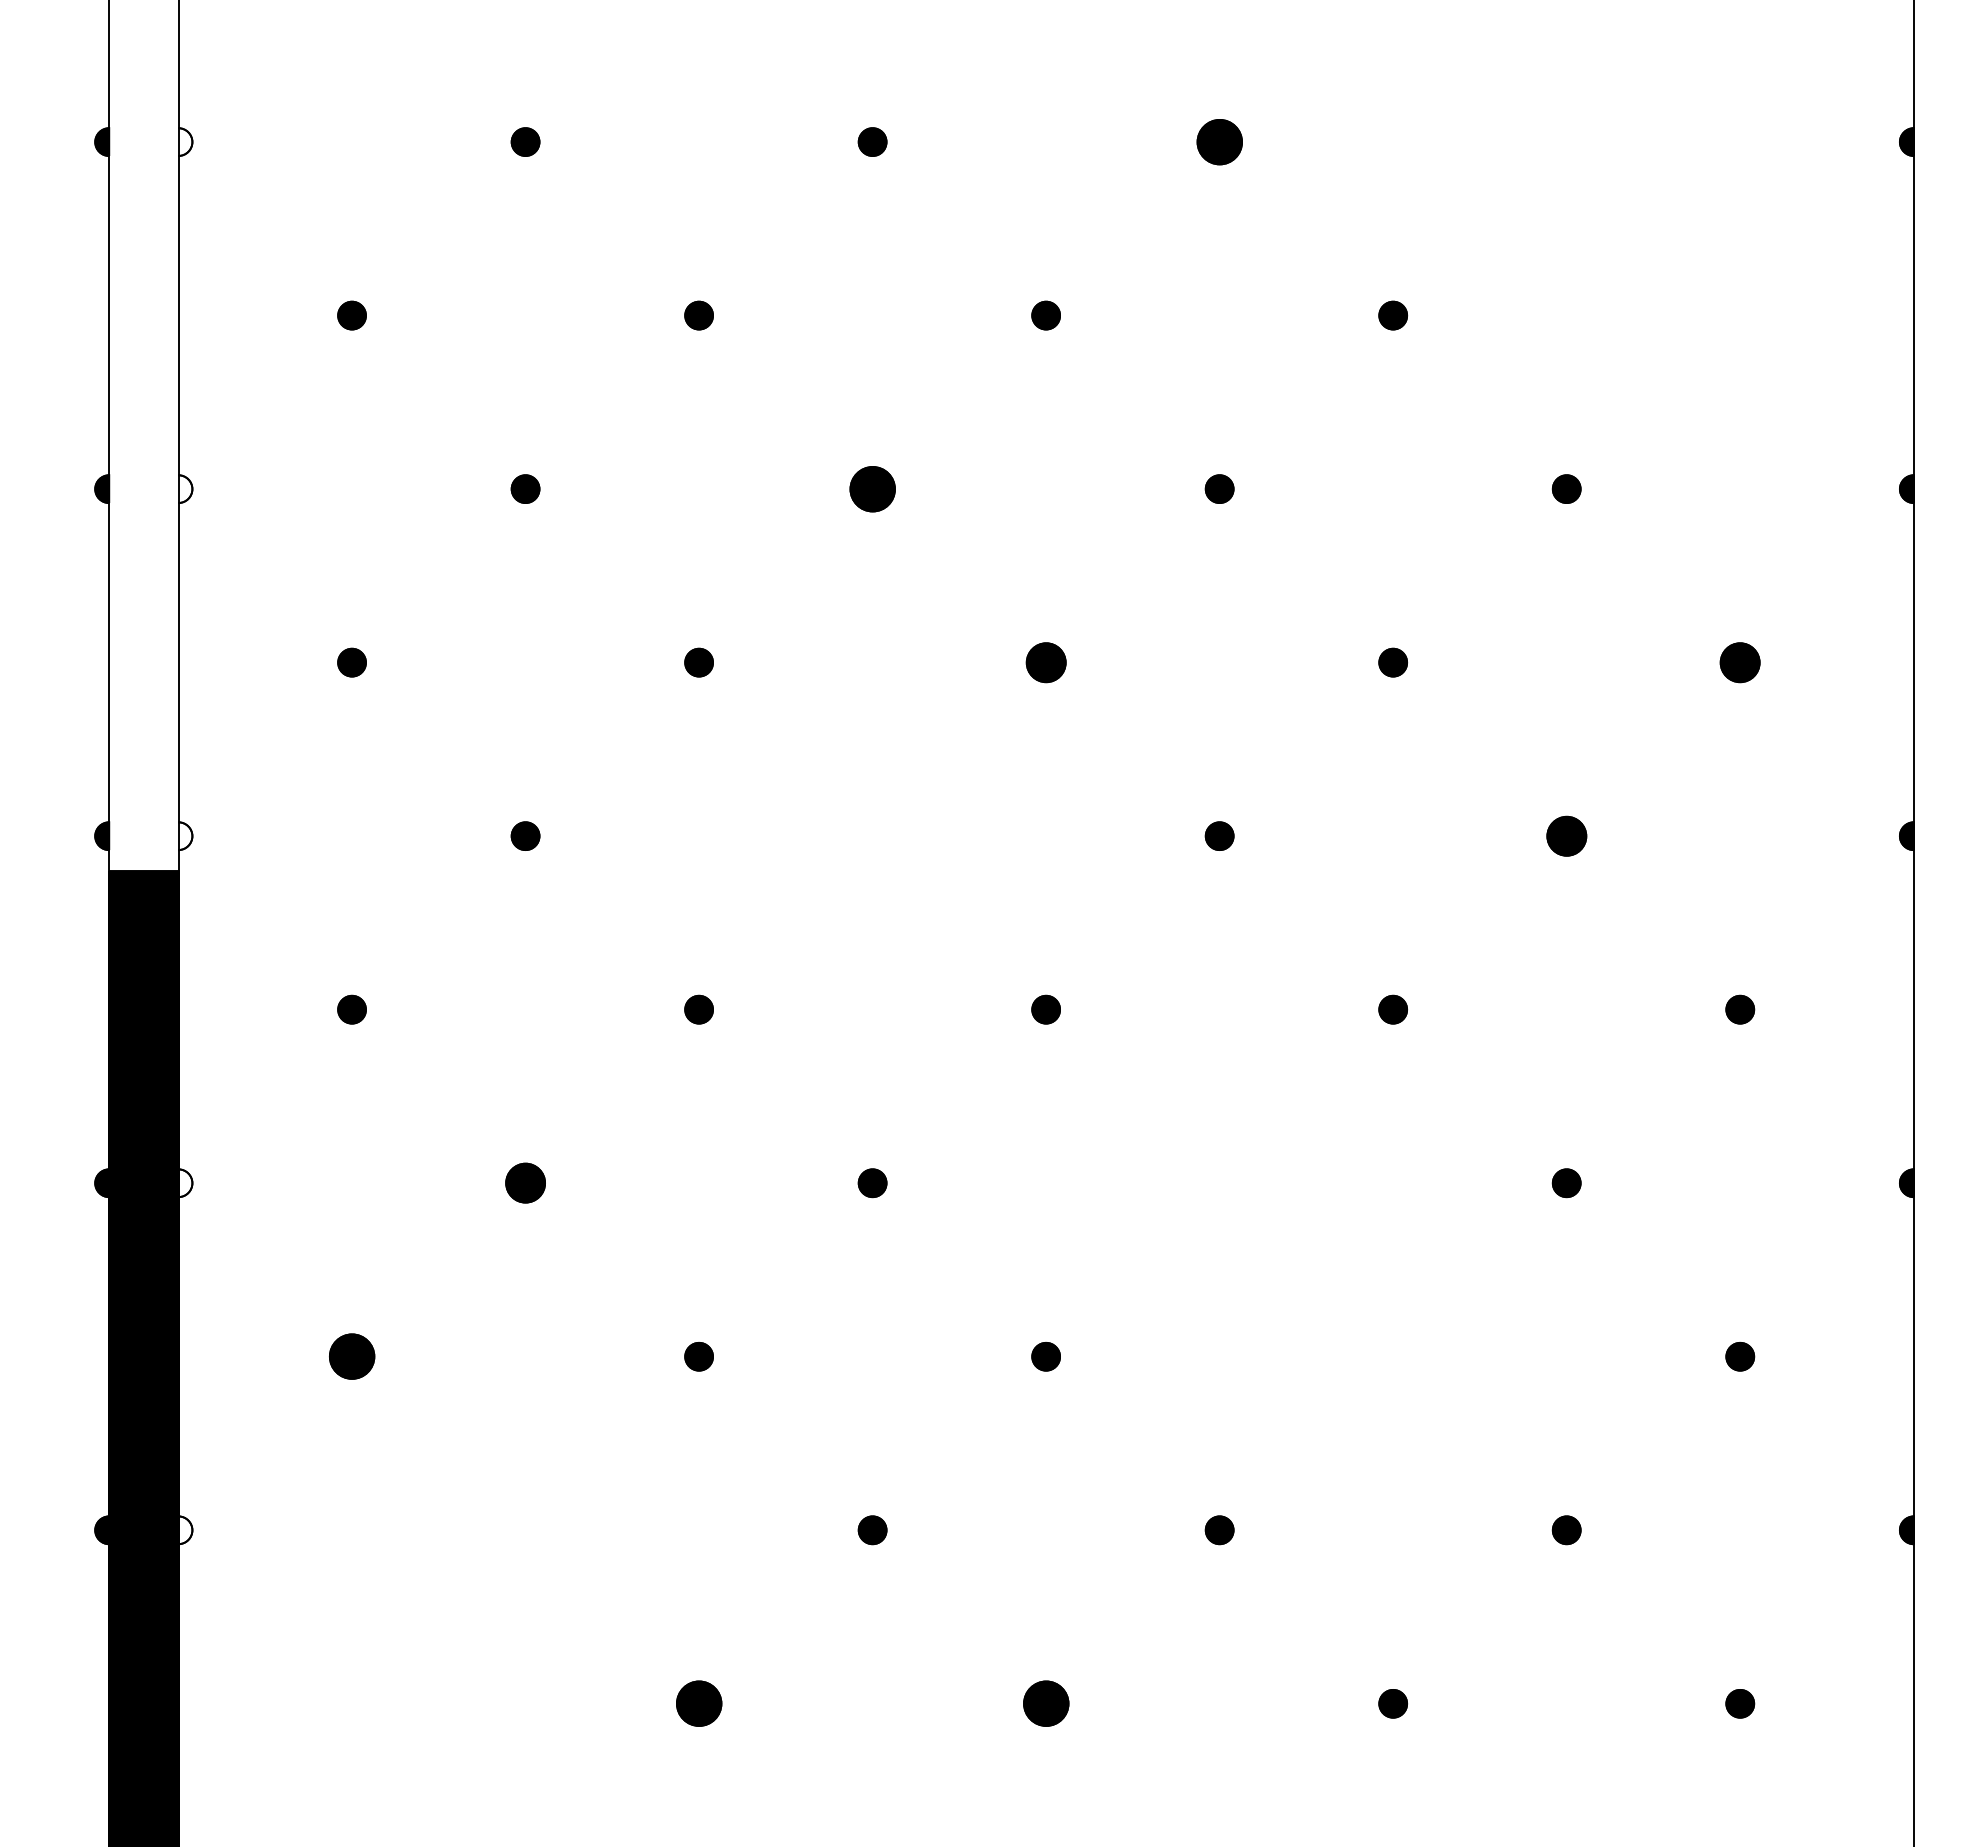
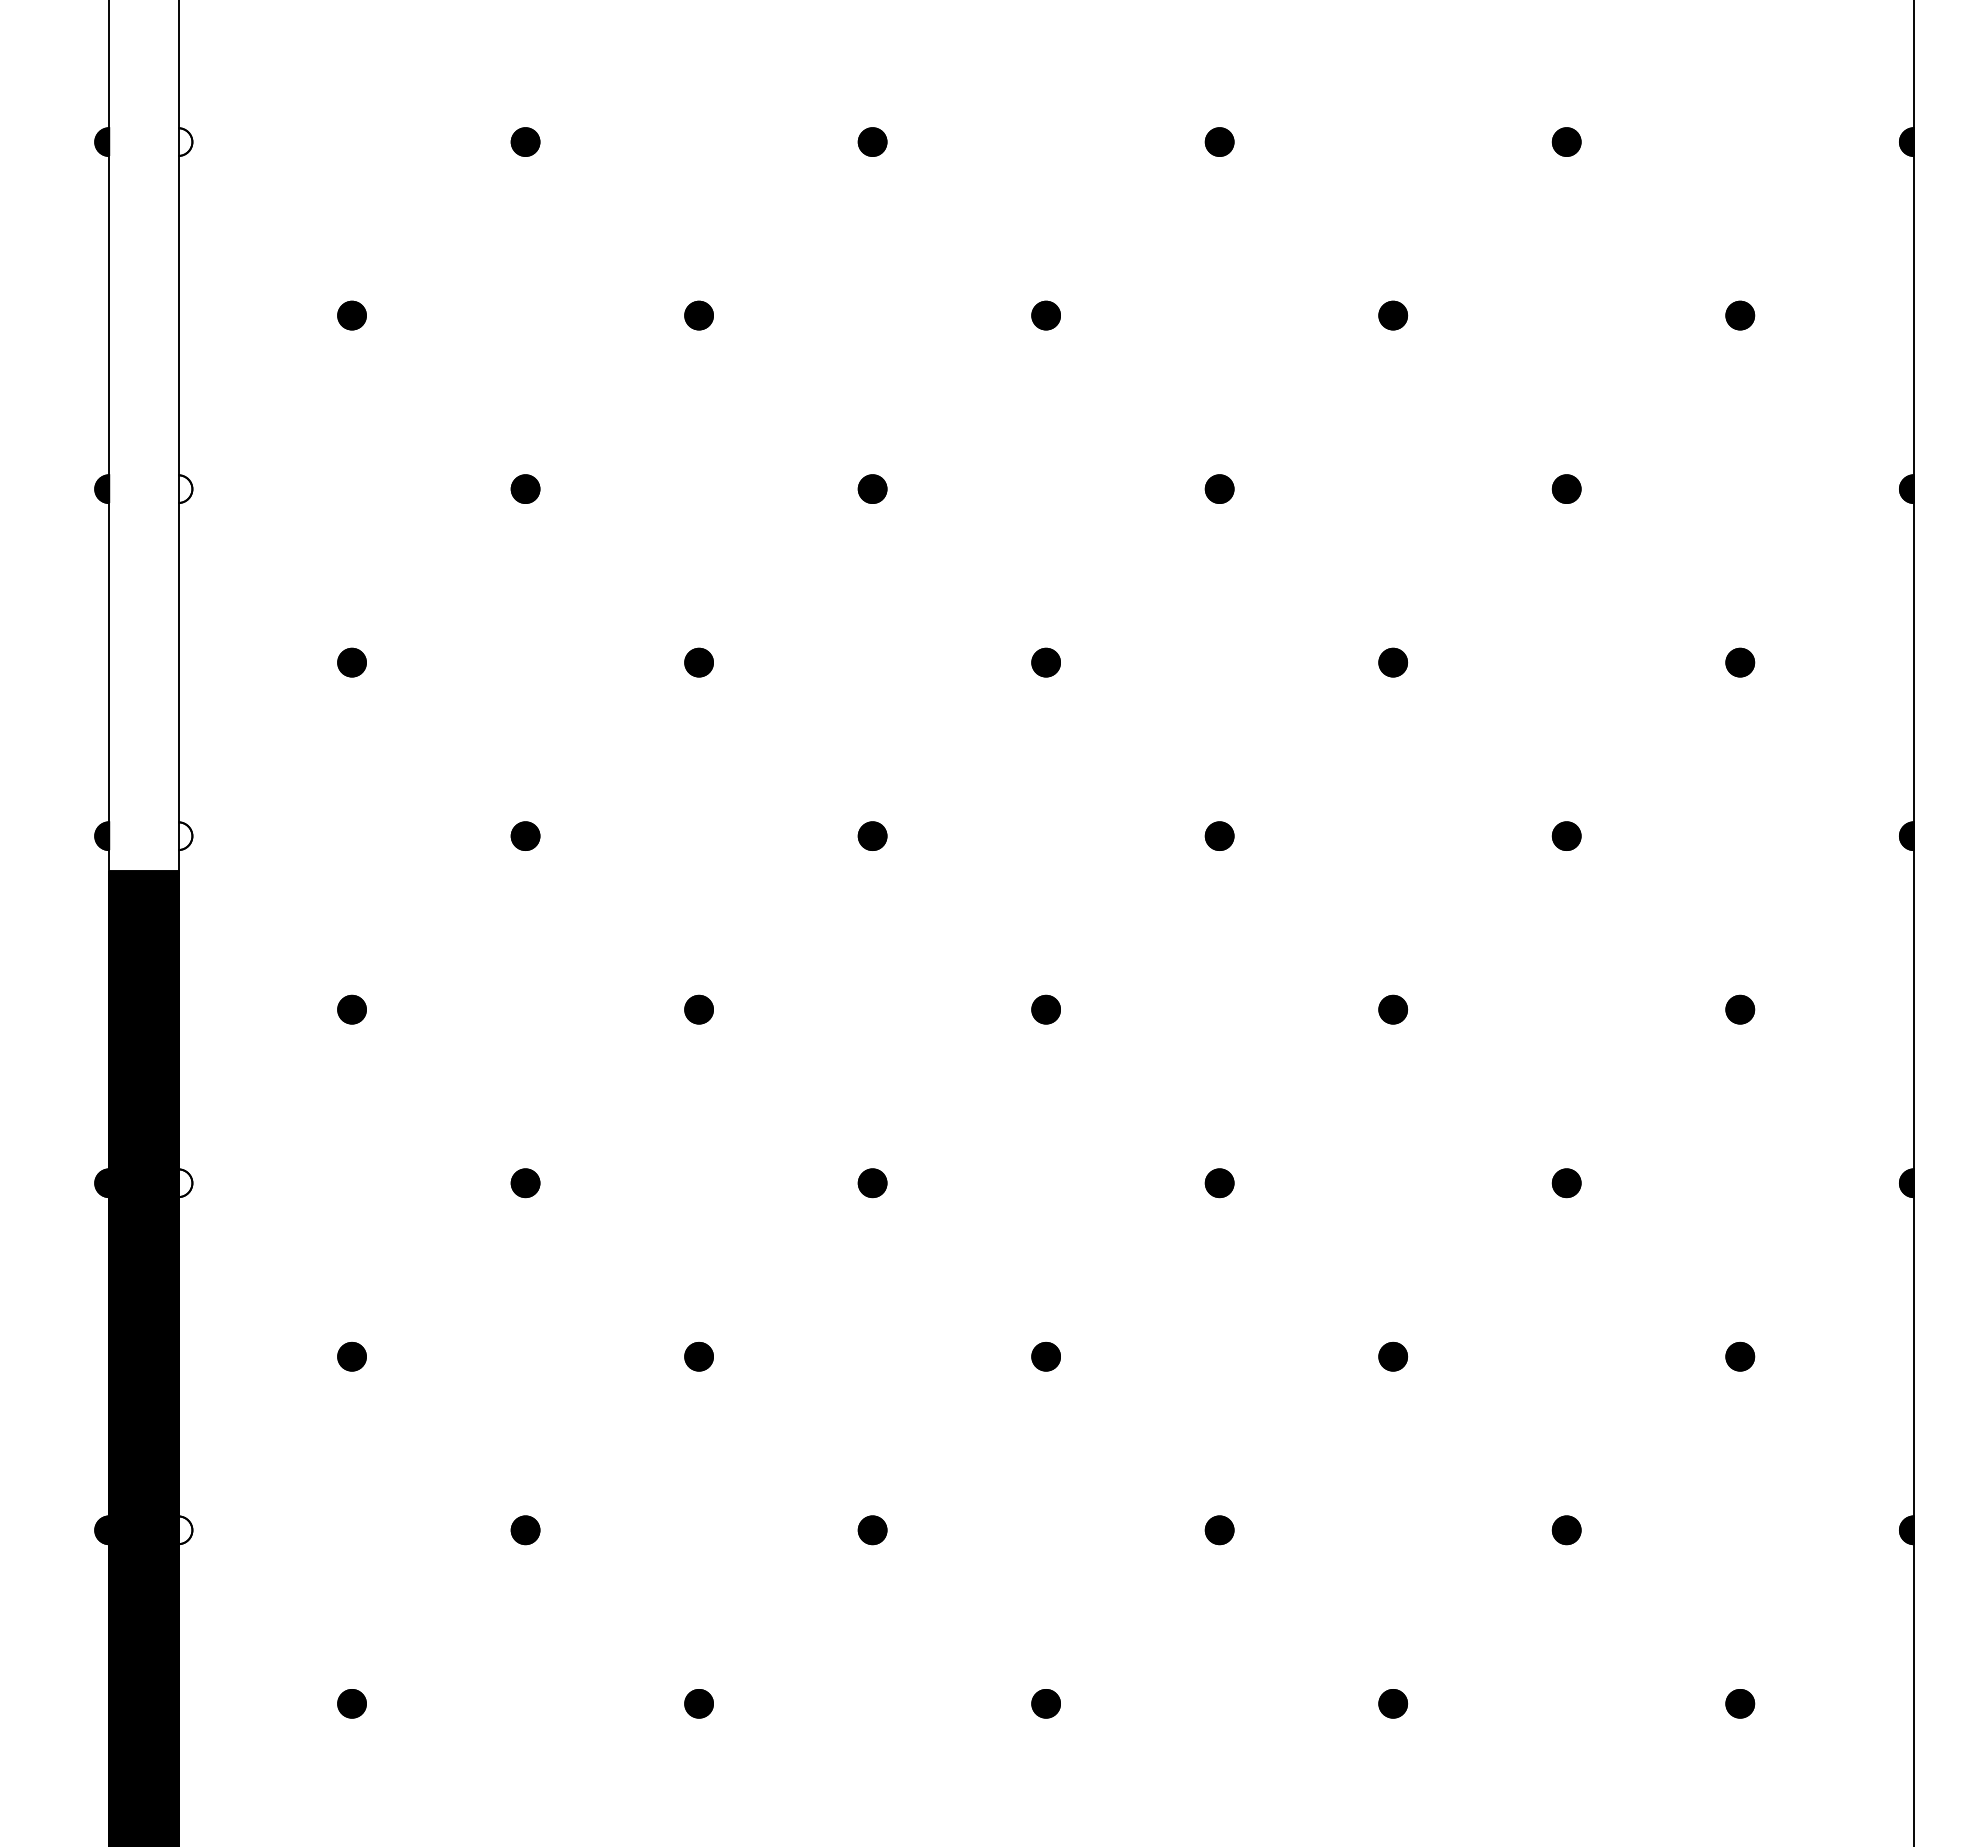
part at (1566, 141): none -> present
part at (1219, 142) size: 47x47 px -> 31x30 px
part at (1740, 315): none -> present
part at (872, 489) size: 47x47 px -> 31x30 px
part at (1045, 662) size: 42x42 px -> 30x31 px
part at (1739, 662) size: 42x42 px -> 31x31 px
part at (872, 835): none -> present
part at (1566, 835) size: 42x42 px -> 31x30 px
part at (525, 1182) size: 41x42 px -> 31x31 px
part at (1219, 1183): none -> present
part at (352, 1356) size: 47x47 px -> 30x30 px
part at (1392, 1356): none -> present
part at (525, 1530): none -> present
part at (351, 1703): none -> present
part at (699, 1703) size: 47x47 px -> 30x30 px
part at (1046, 1703) size: 47x47 px -> 30x30 px
